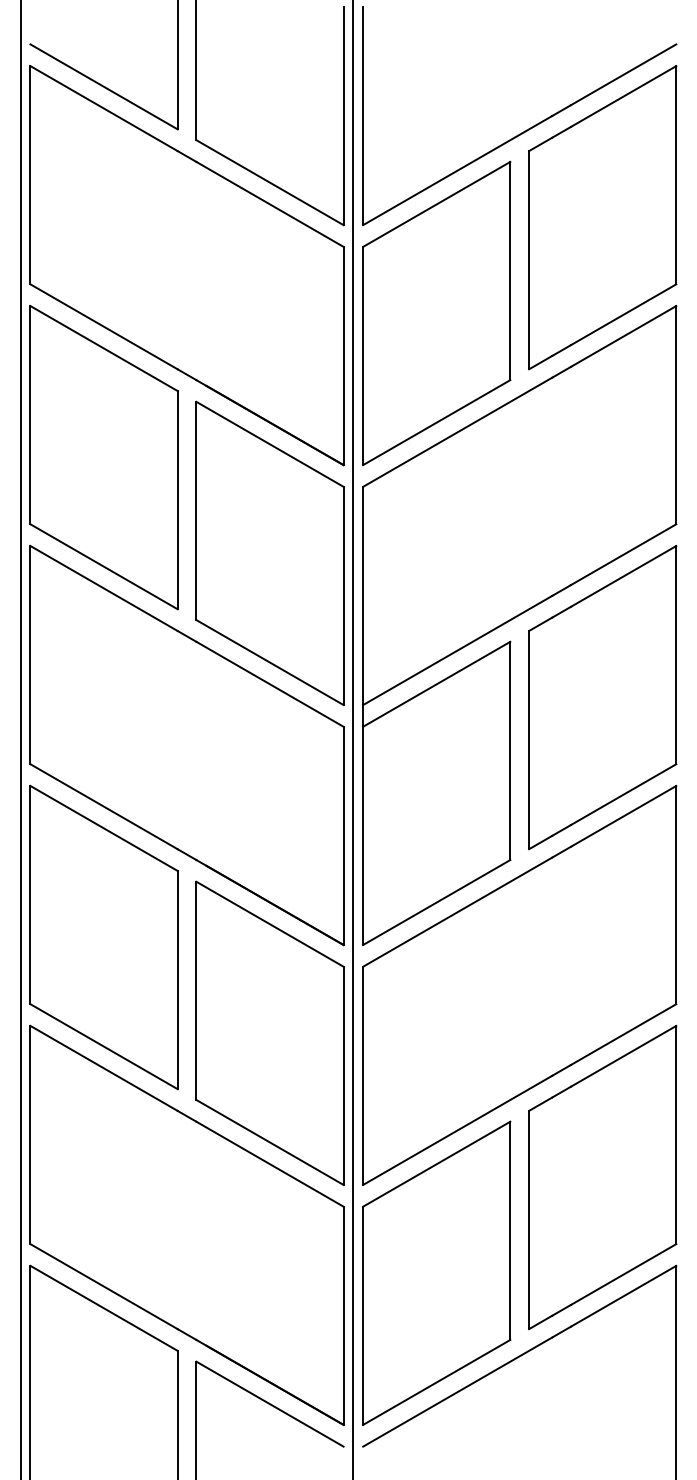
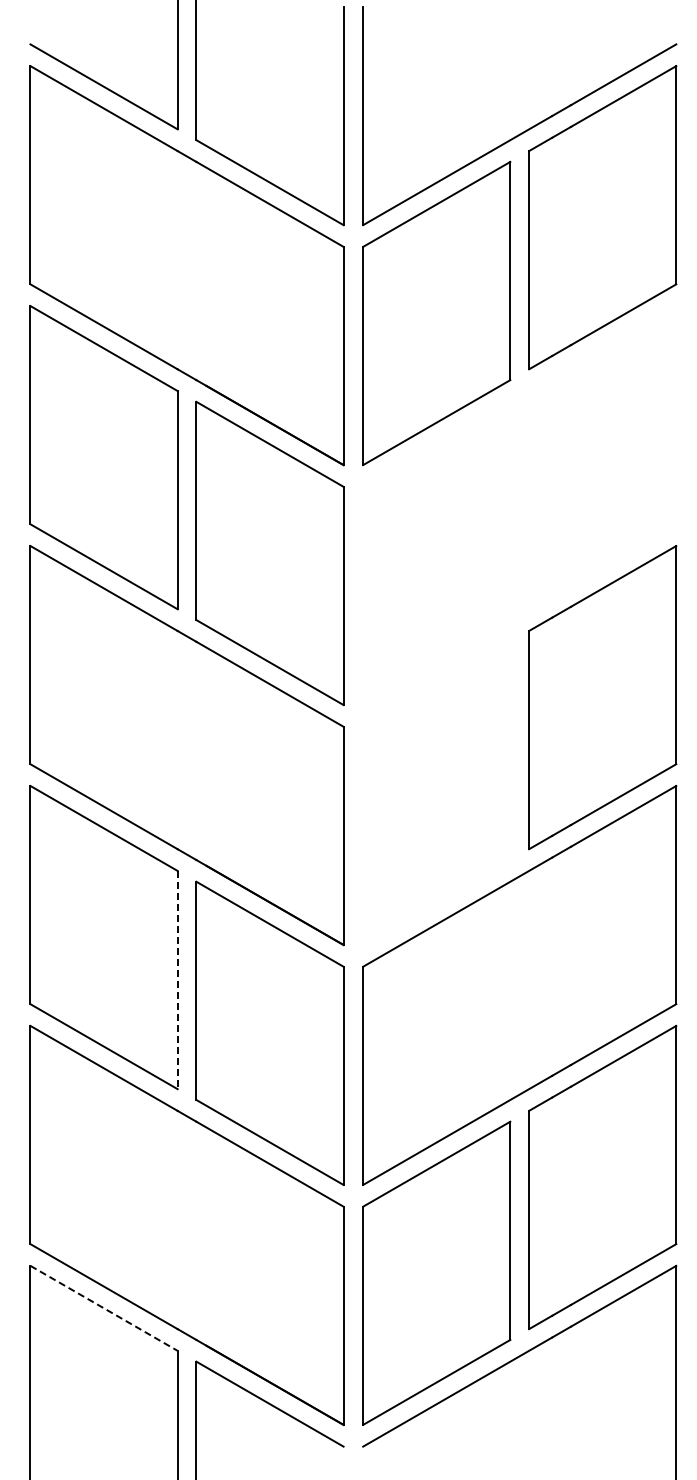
part at (515, 618): present -> none
line at (20, 739): present -> none
line at (353, 739): present -> none
line at (177, 980): solid -> dashed
line at (104, 1308): solid -> dashed
